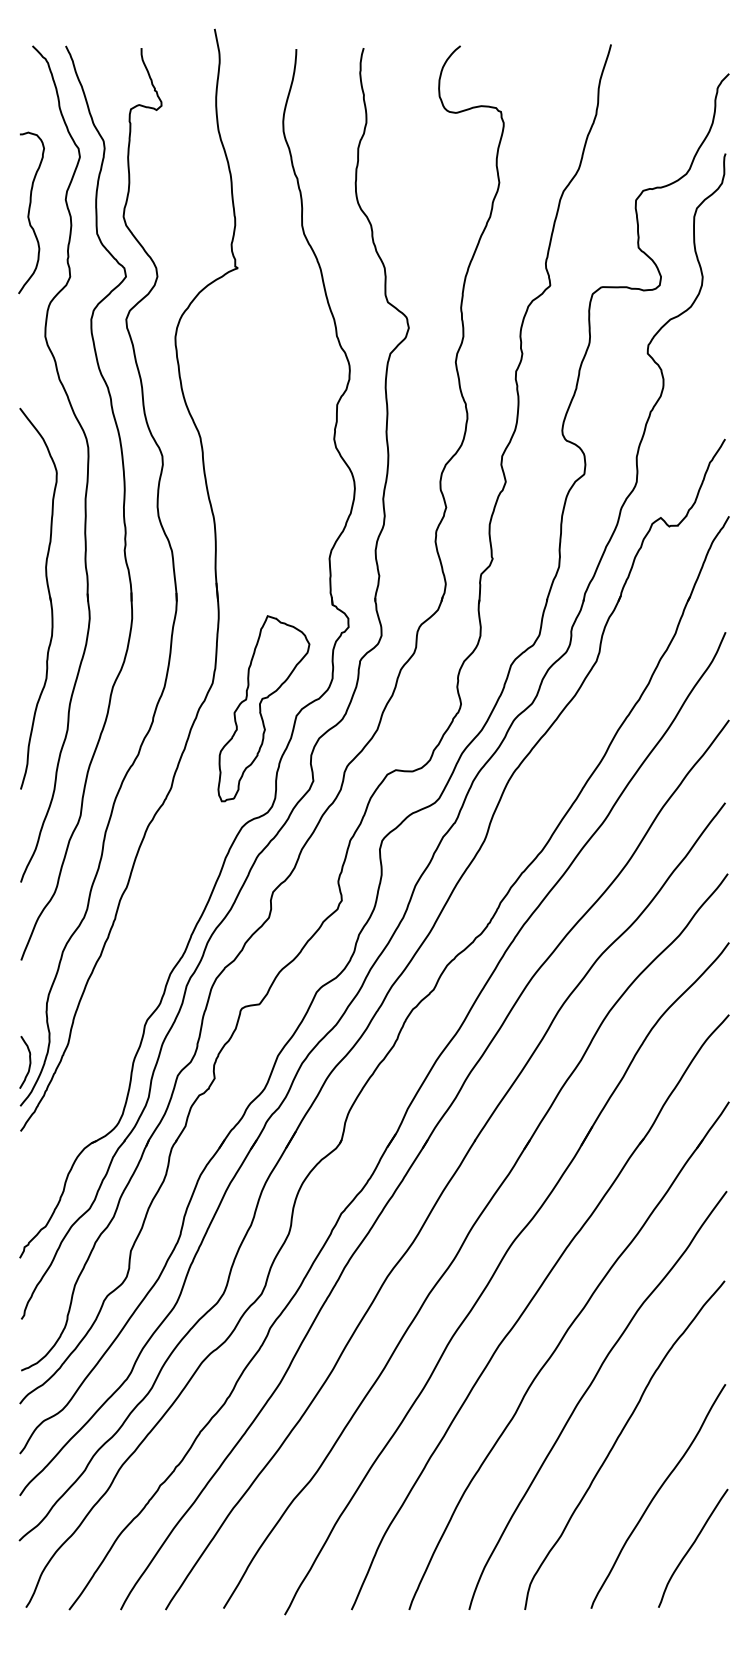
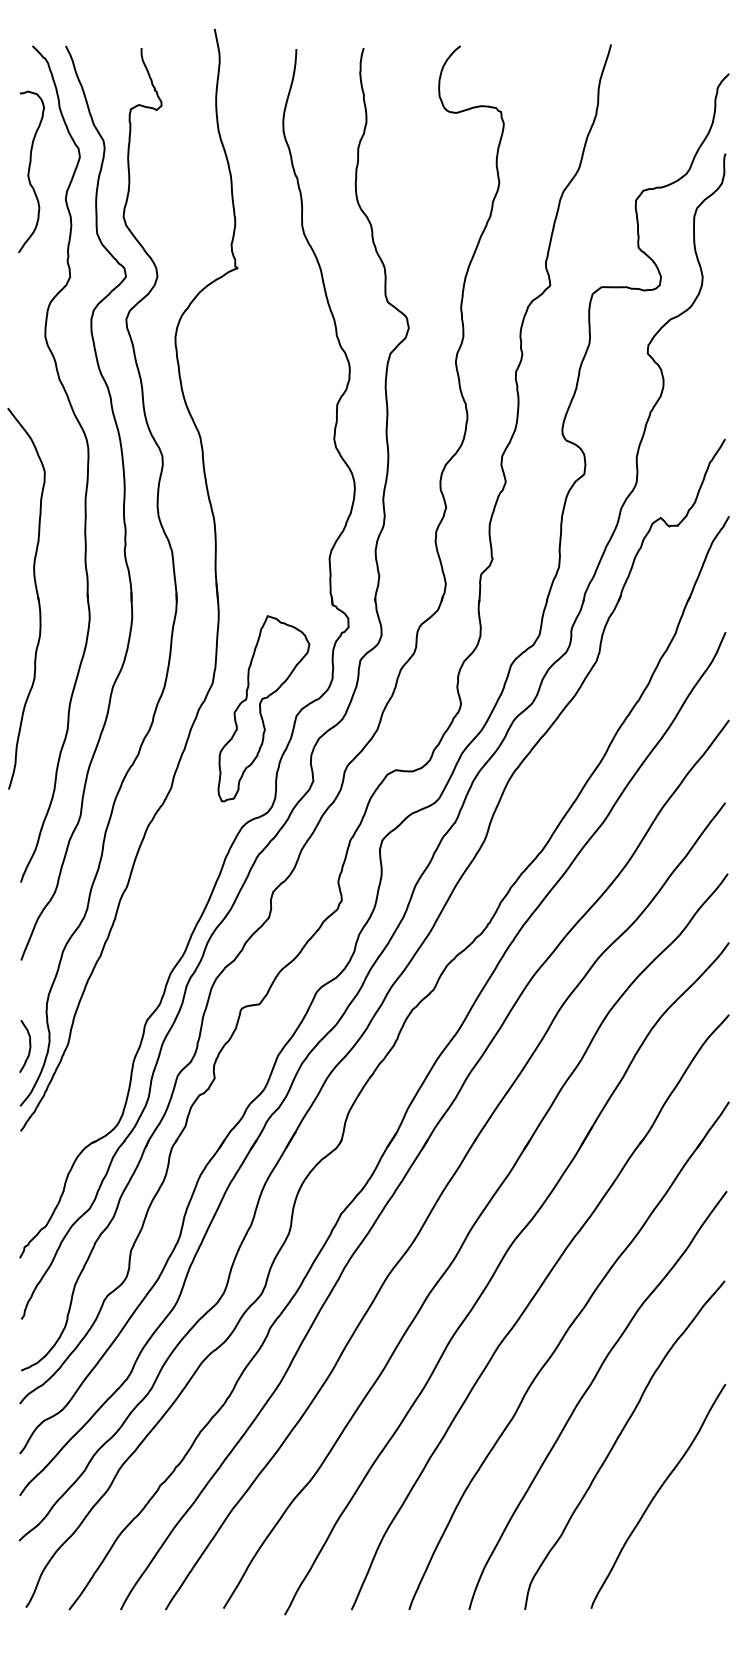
curve at (29, 212) position: (29, 212) -> (29, 171)
part at (48, 595) position: (48, 595) -> (36, 595)
curve at (29, 1062) position: (29, 1062) -> (29, 1046)
curve at (692, 1546): present -> none
